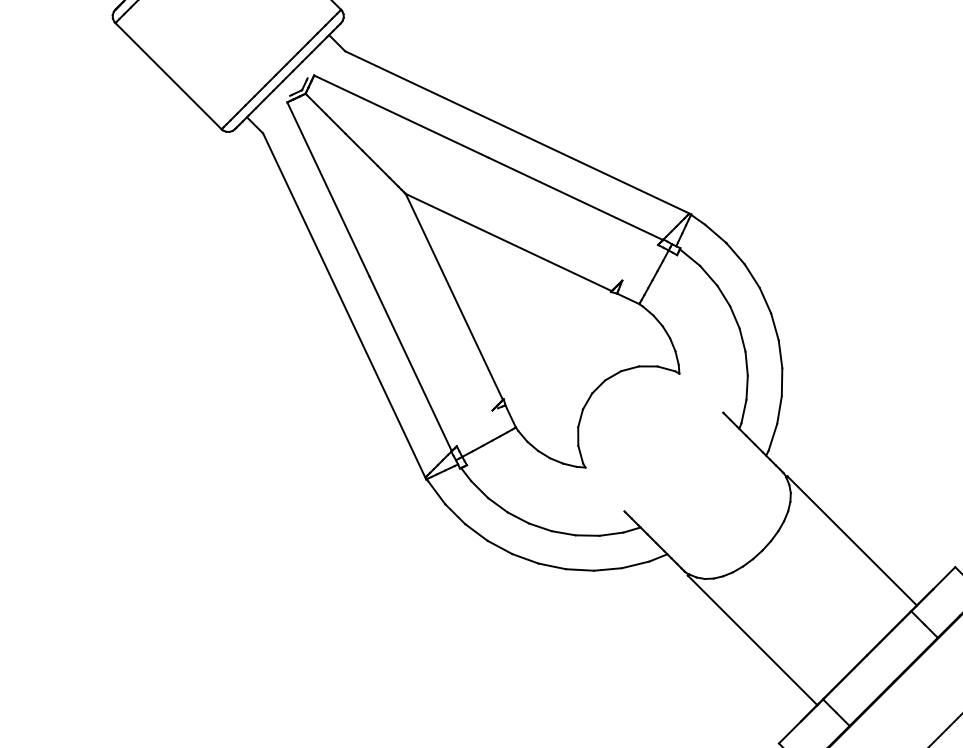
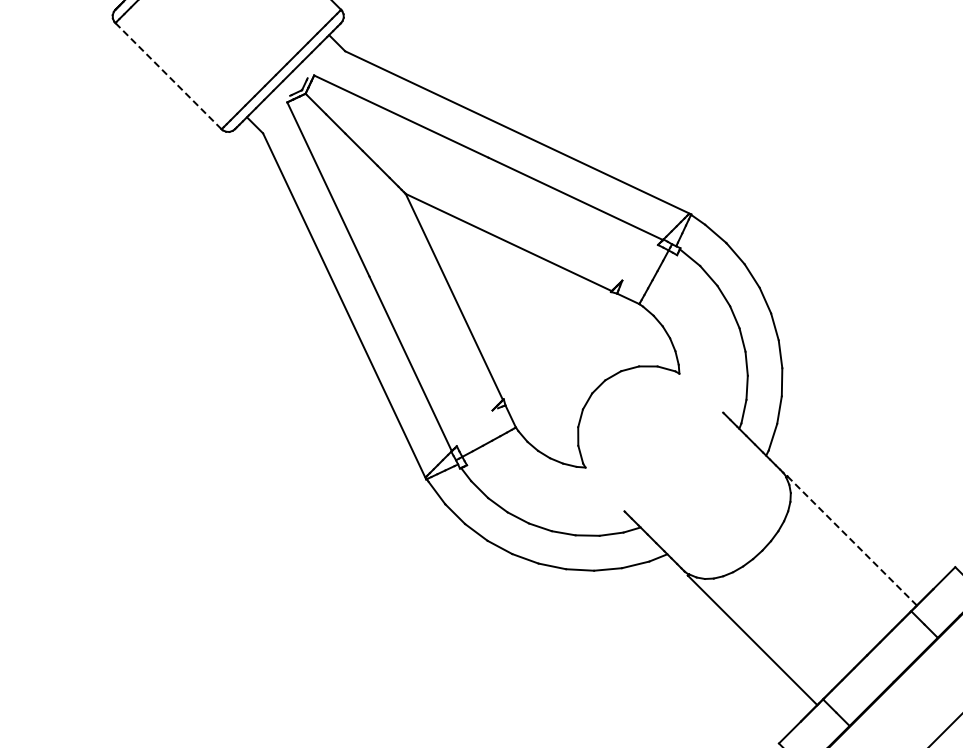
line at (168, 76): solid -> dashed
line at (852, 540): solid -> dashed
